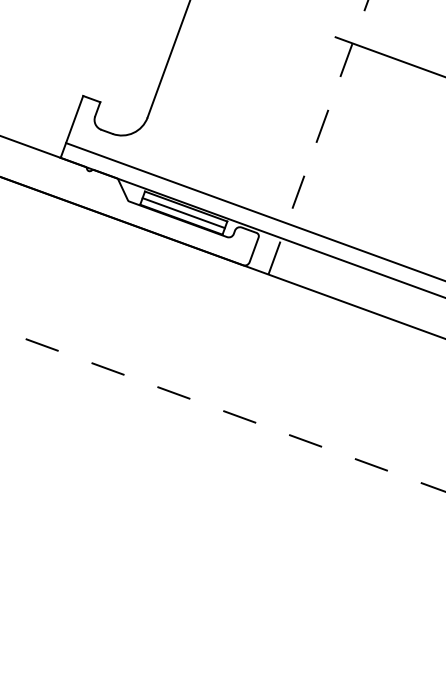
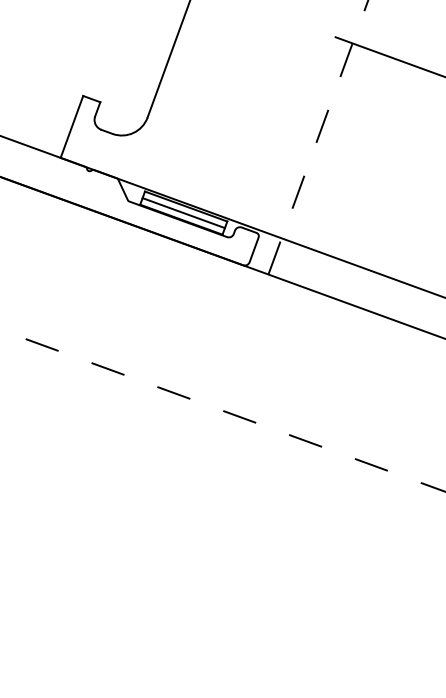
line at (254, 211): present -> none
